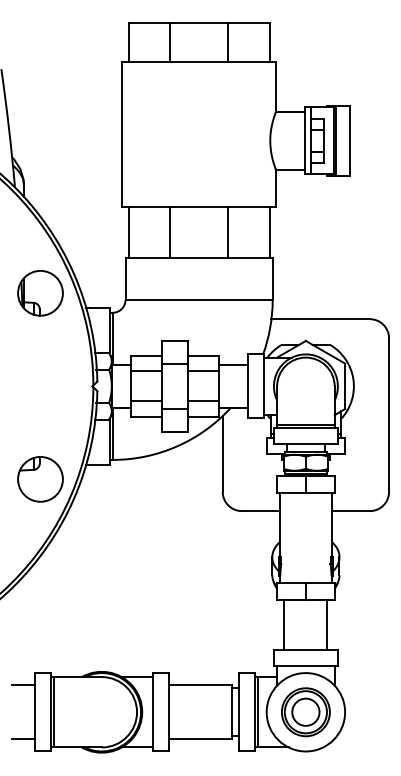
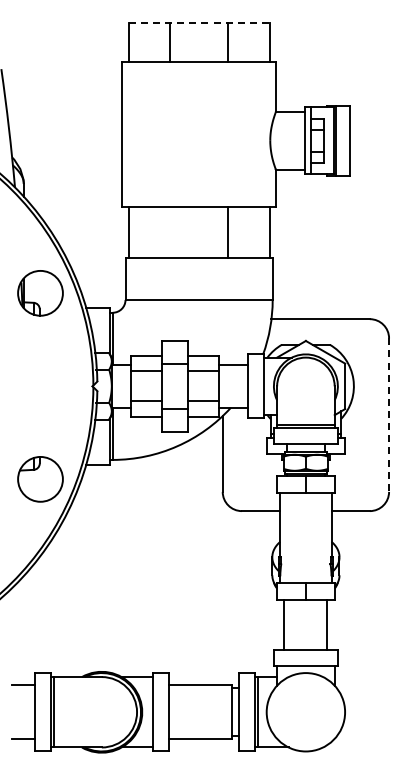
line at (199, 23): solid -> dashed
line at (169, 232): present -> none
line at (389, 415): solid -> dashed
part at (305, 712): present -> none
